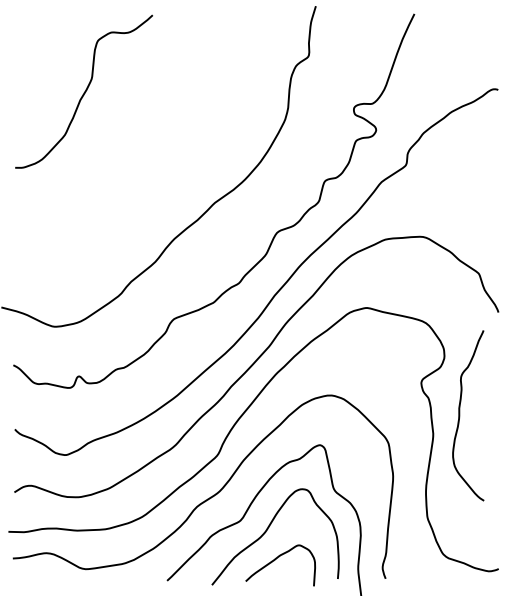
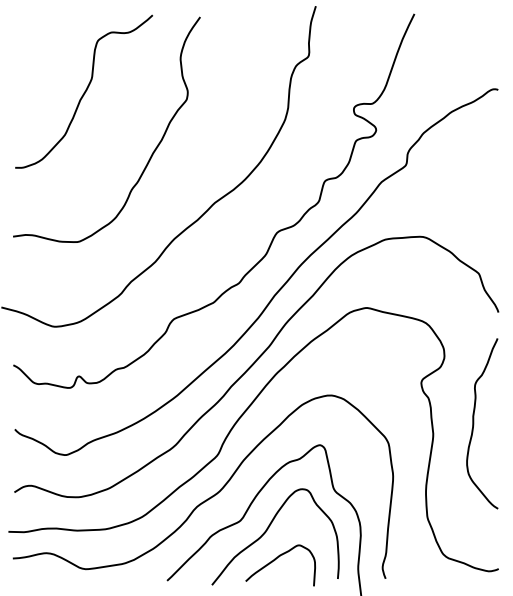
curve at (152, 152): none -> present
curve at (460, 415) position: (460, 415) -> (474, 423)
